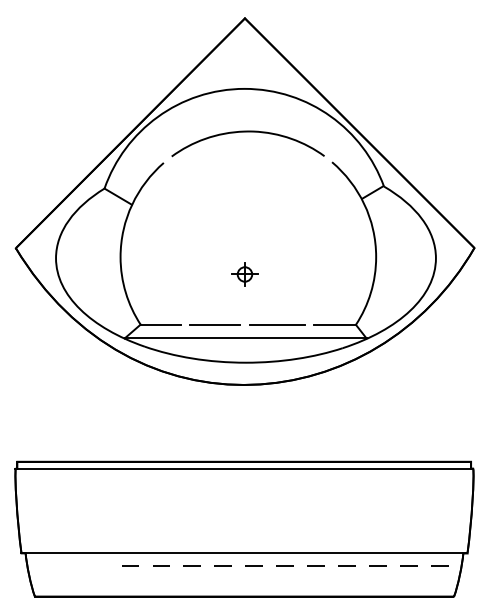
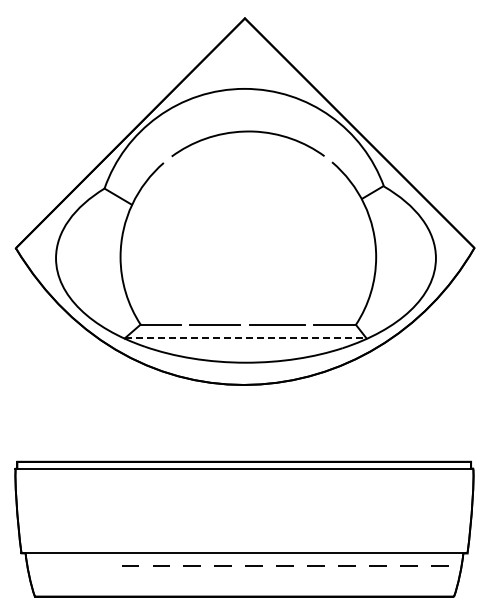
part at (244, 274): present -> none
line at (245, 338): solid -> dashed
